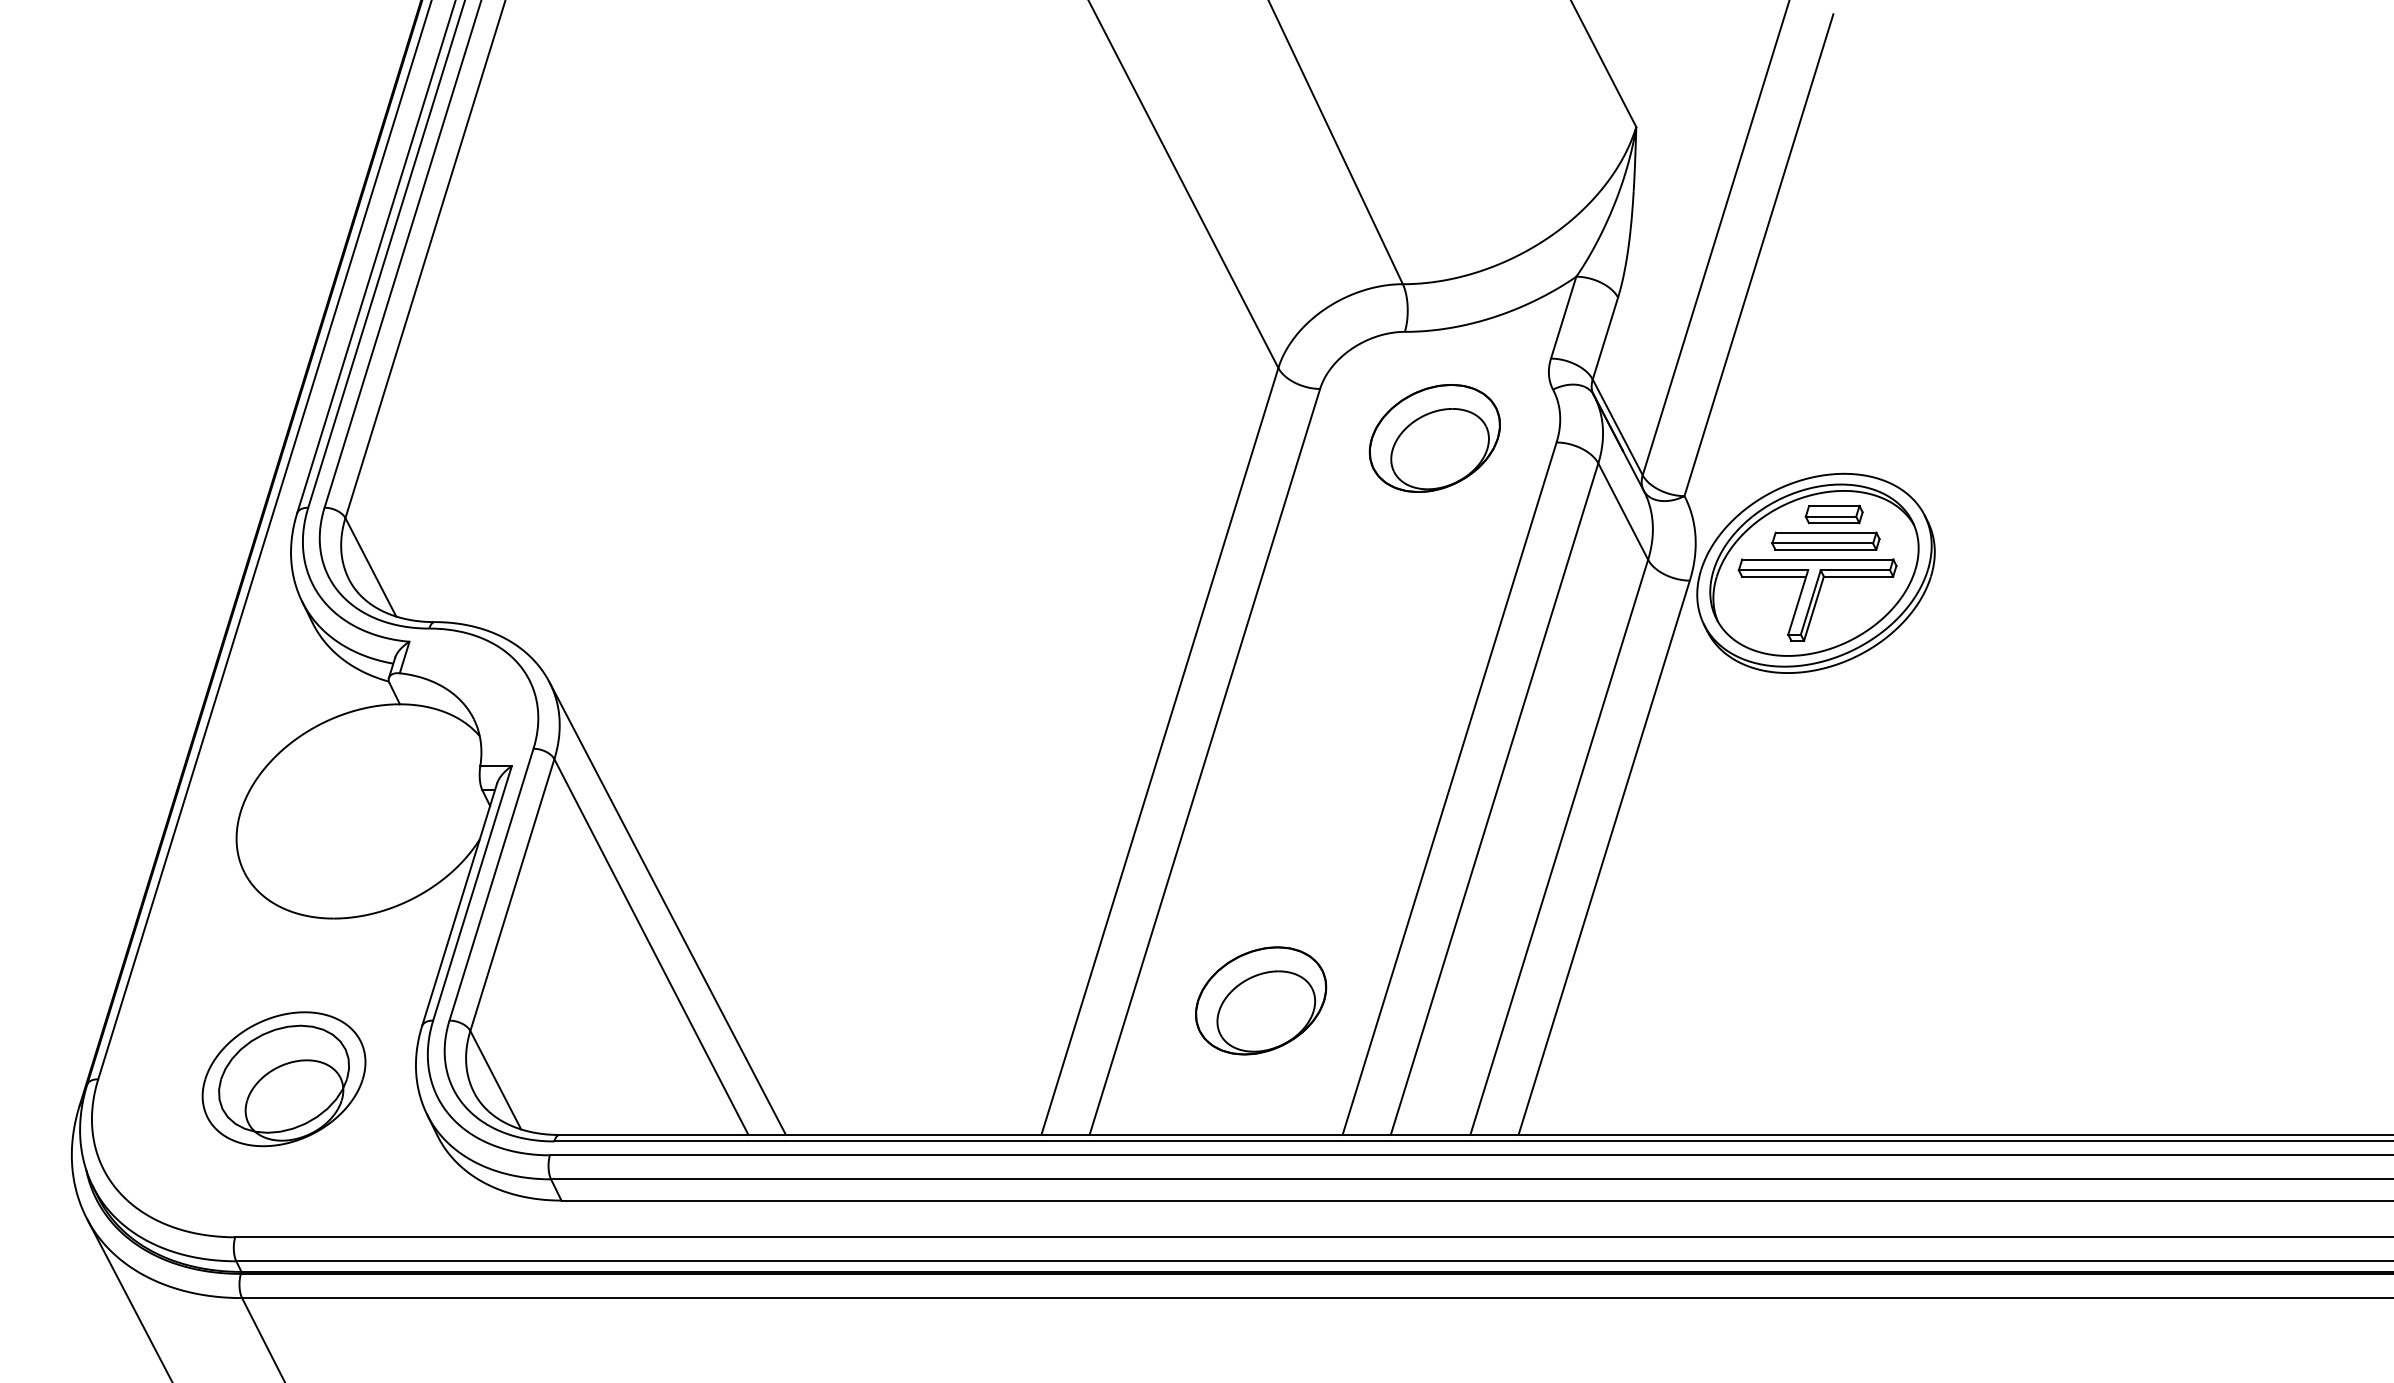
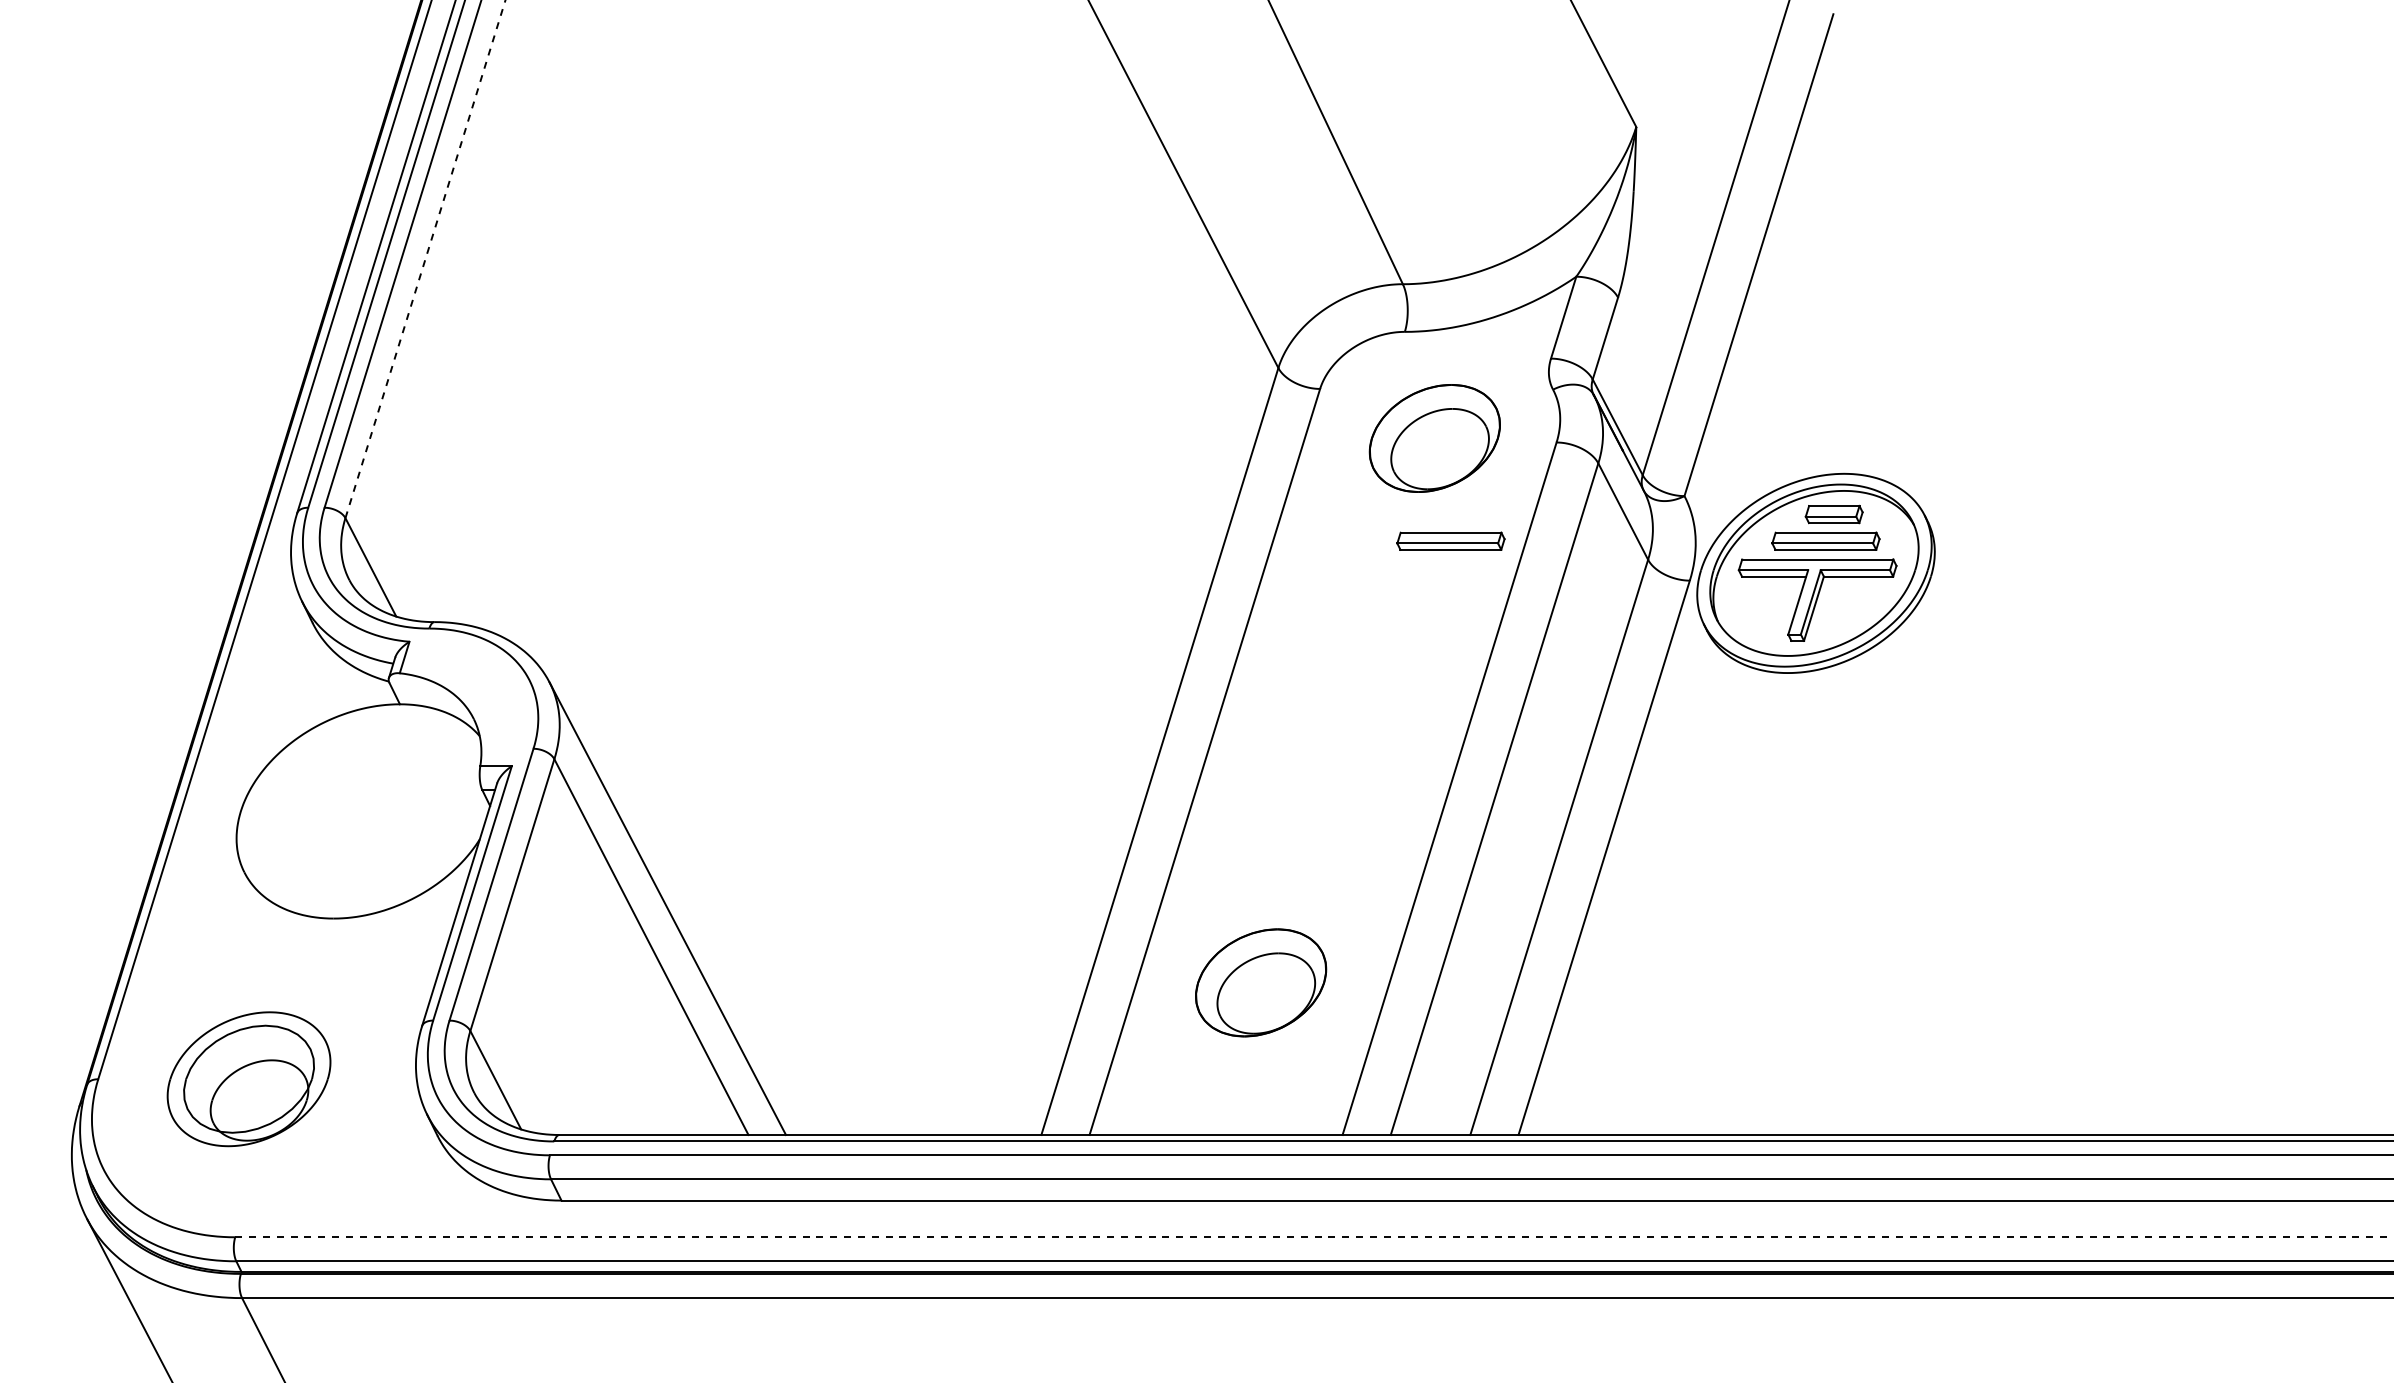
line at (425, 259): solid -> dashed
part at (1450, 540): none -> present
part at (1261, 1000) position: (1261, 1000) -> (1261, 982)
part at (283, 1079) position: (283, 1079) -> (248, 1079)
line at (1314, 1237): solid -> dashed
